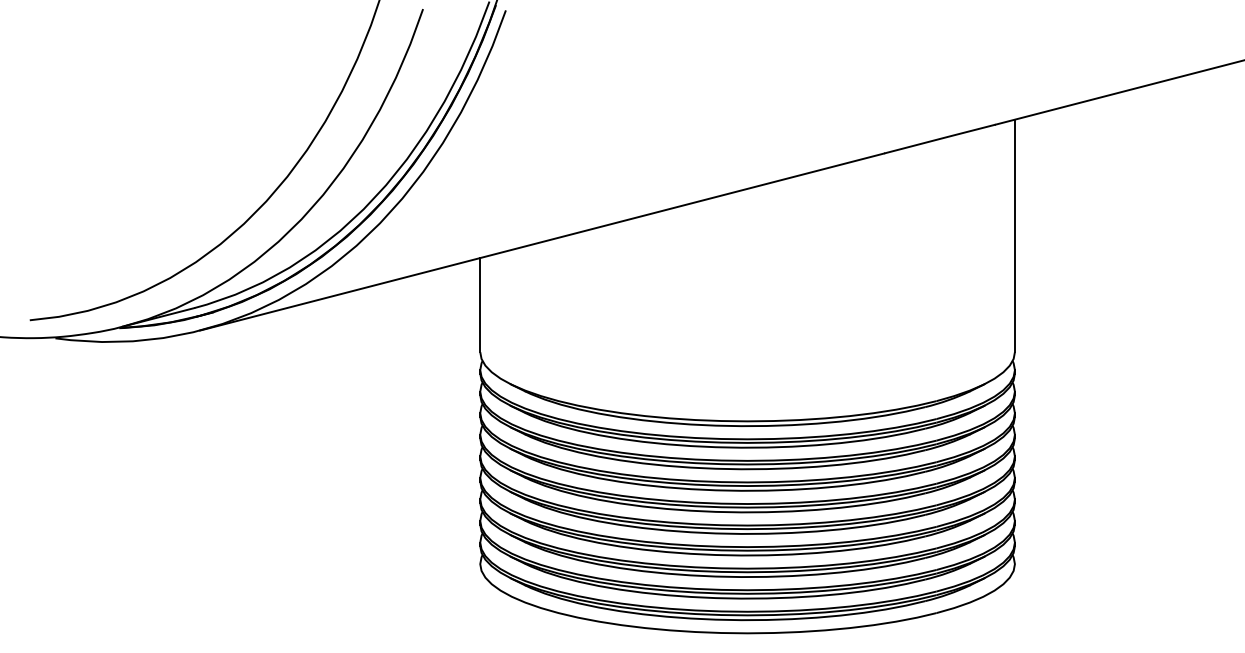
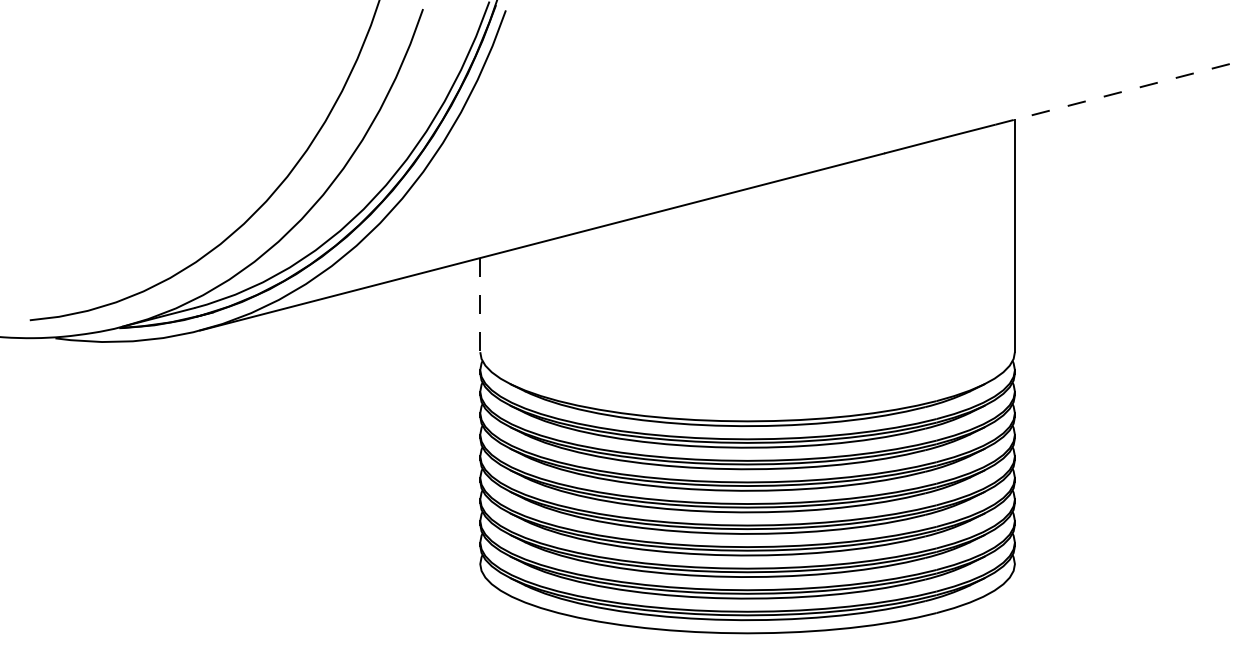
line at (1120, 92): solid -> dashed
line at (480, 305): solid -> dashed
